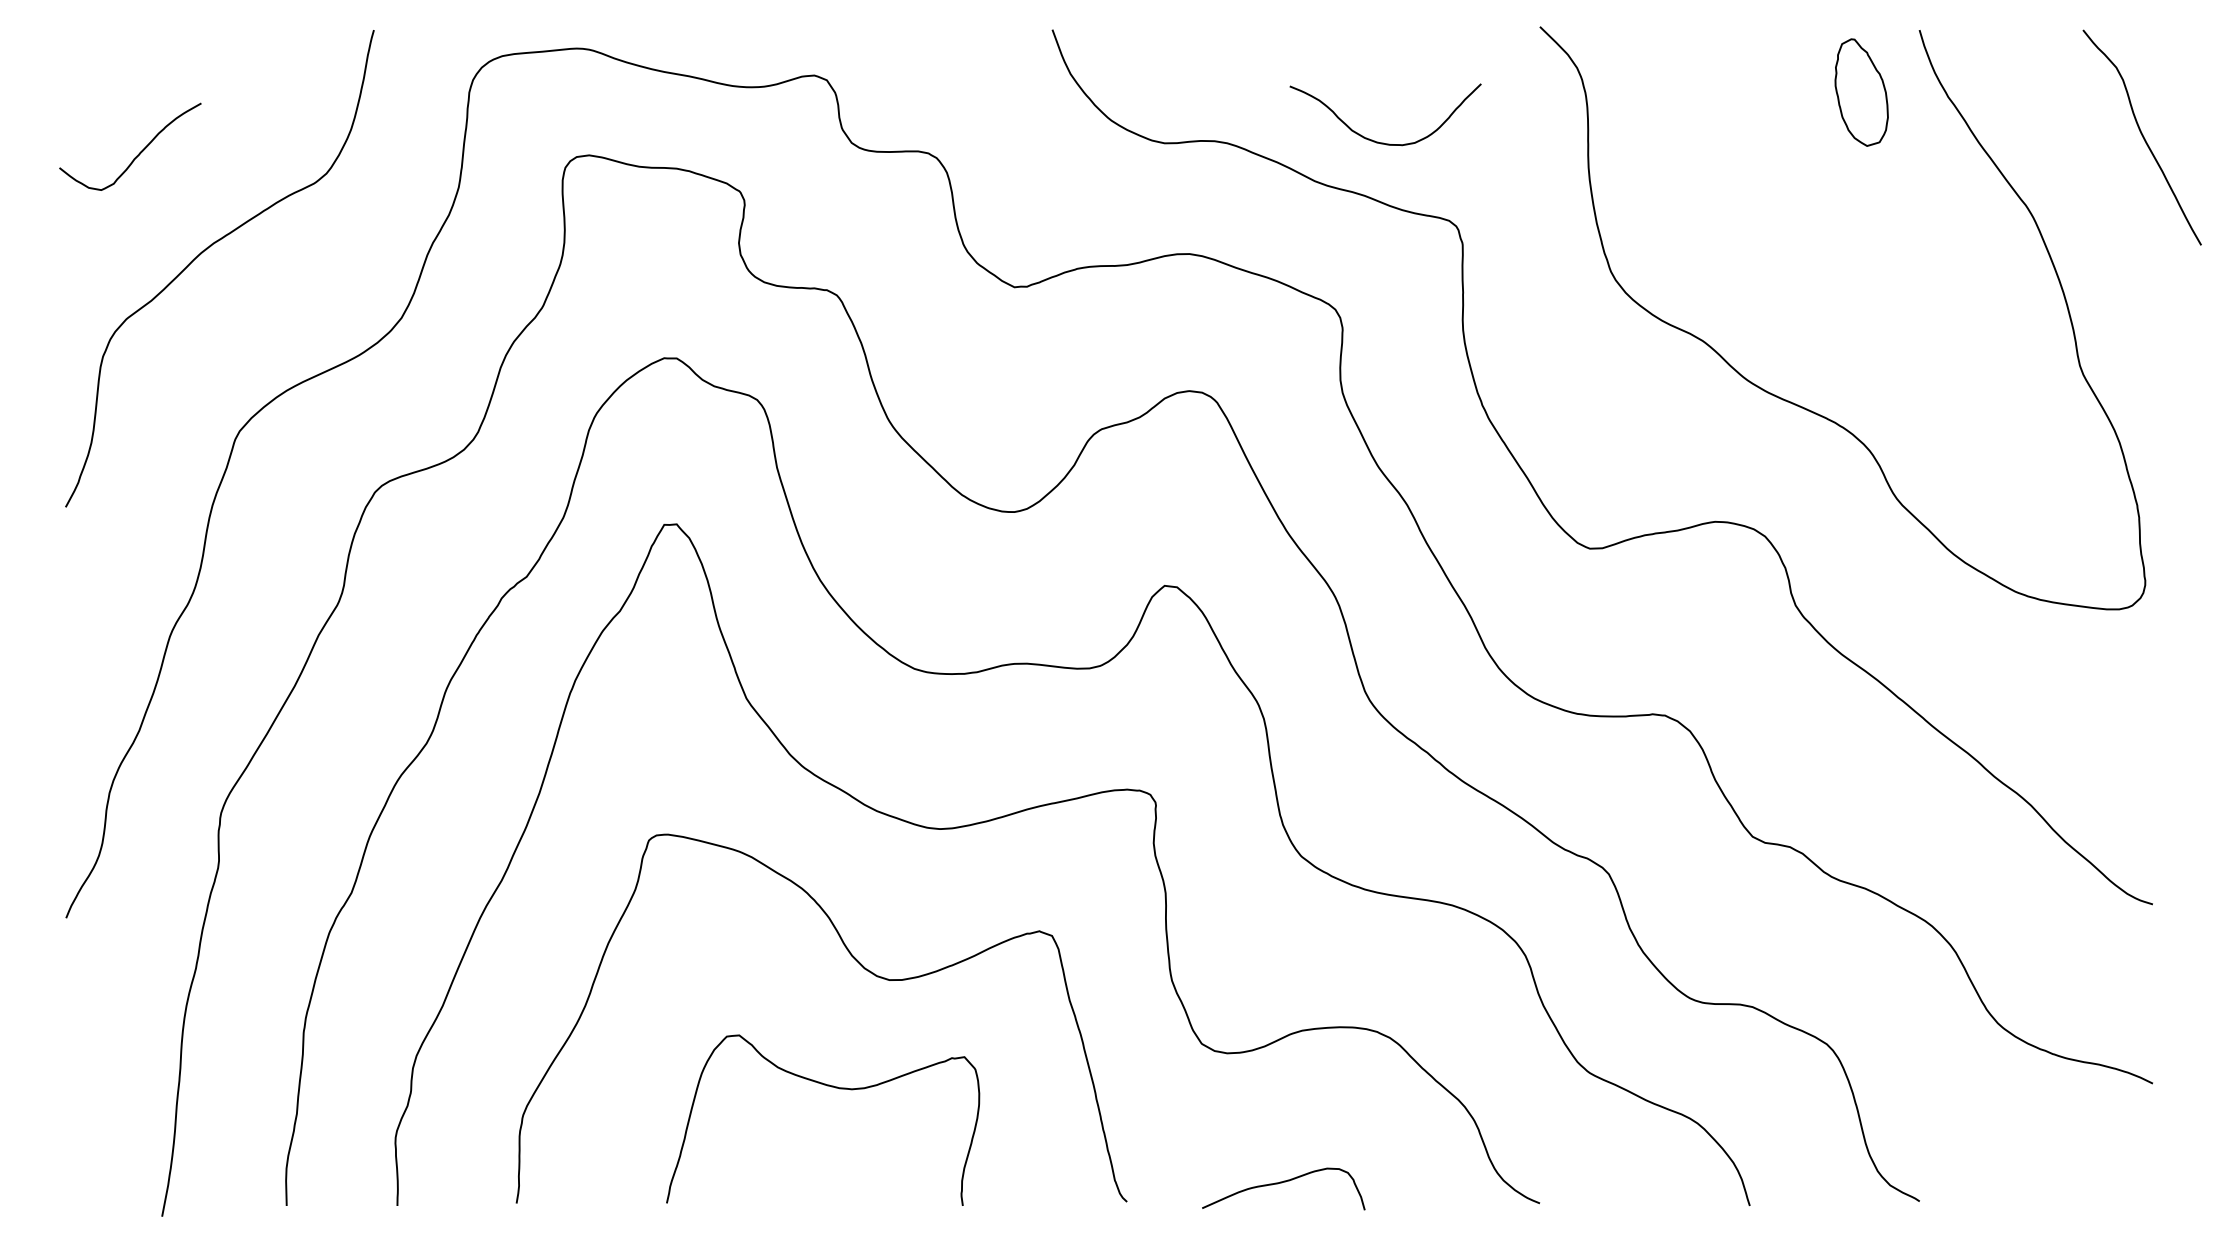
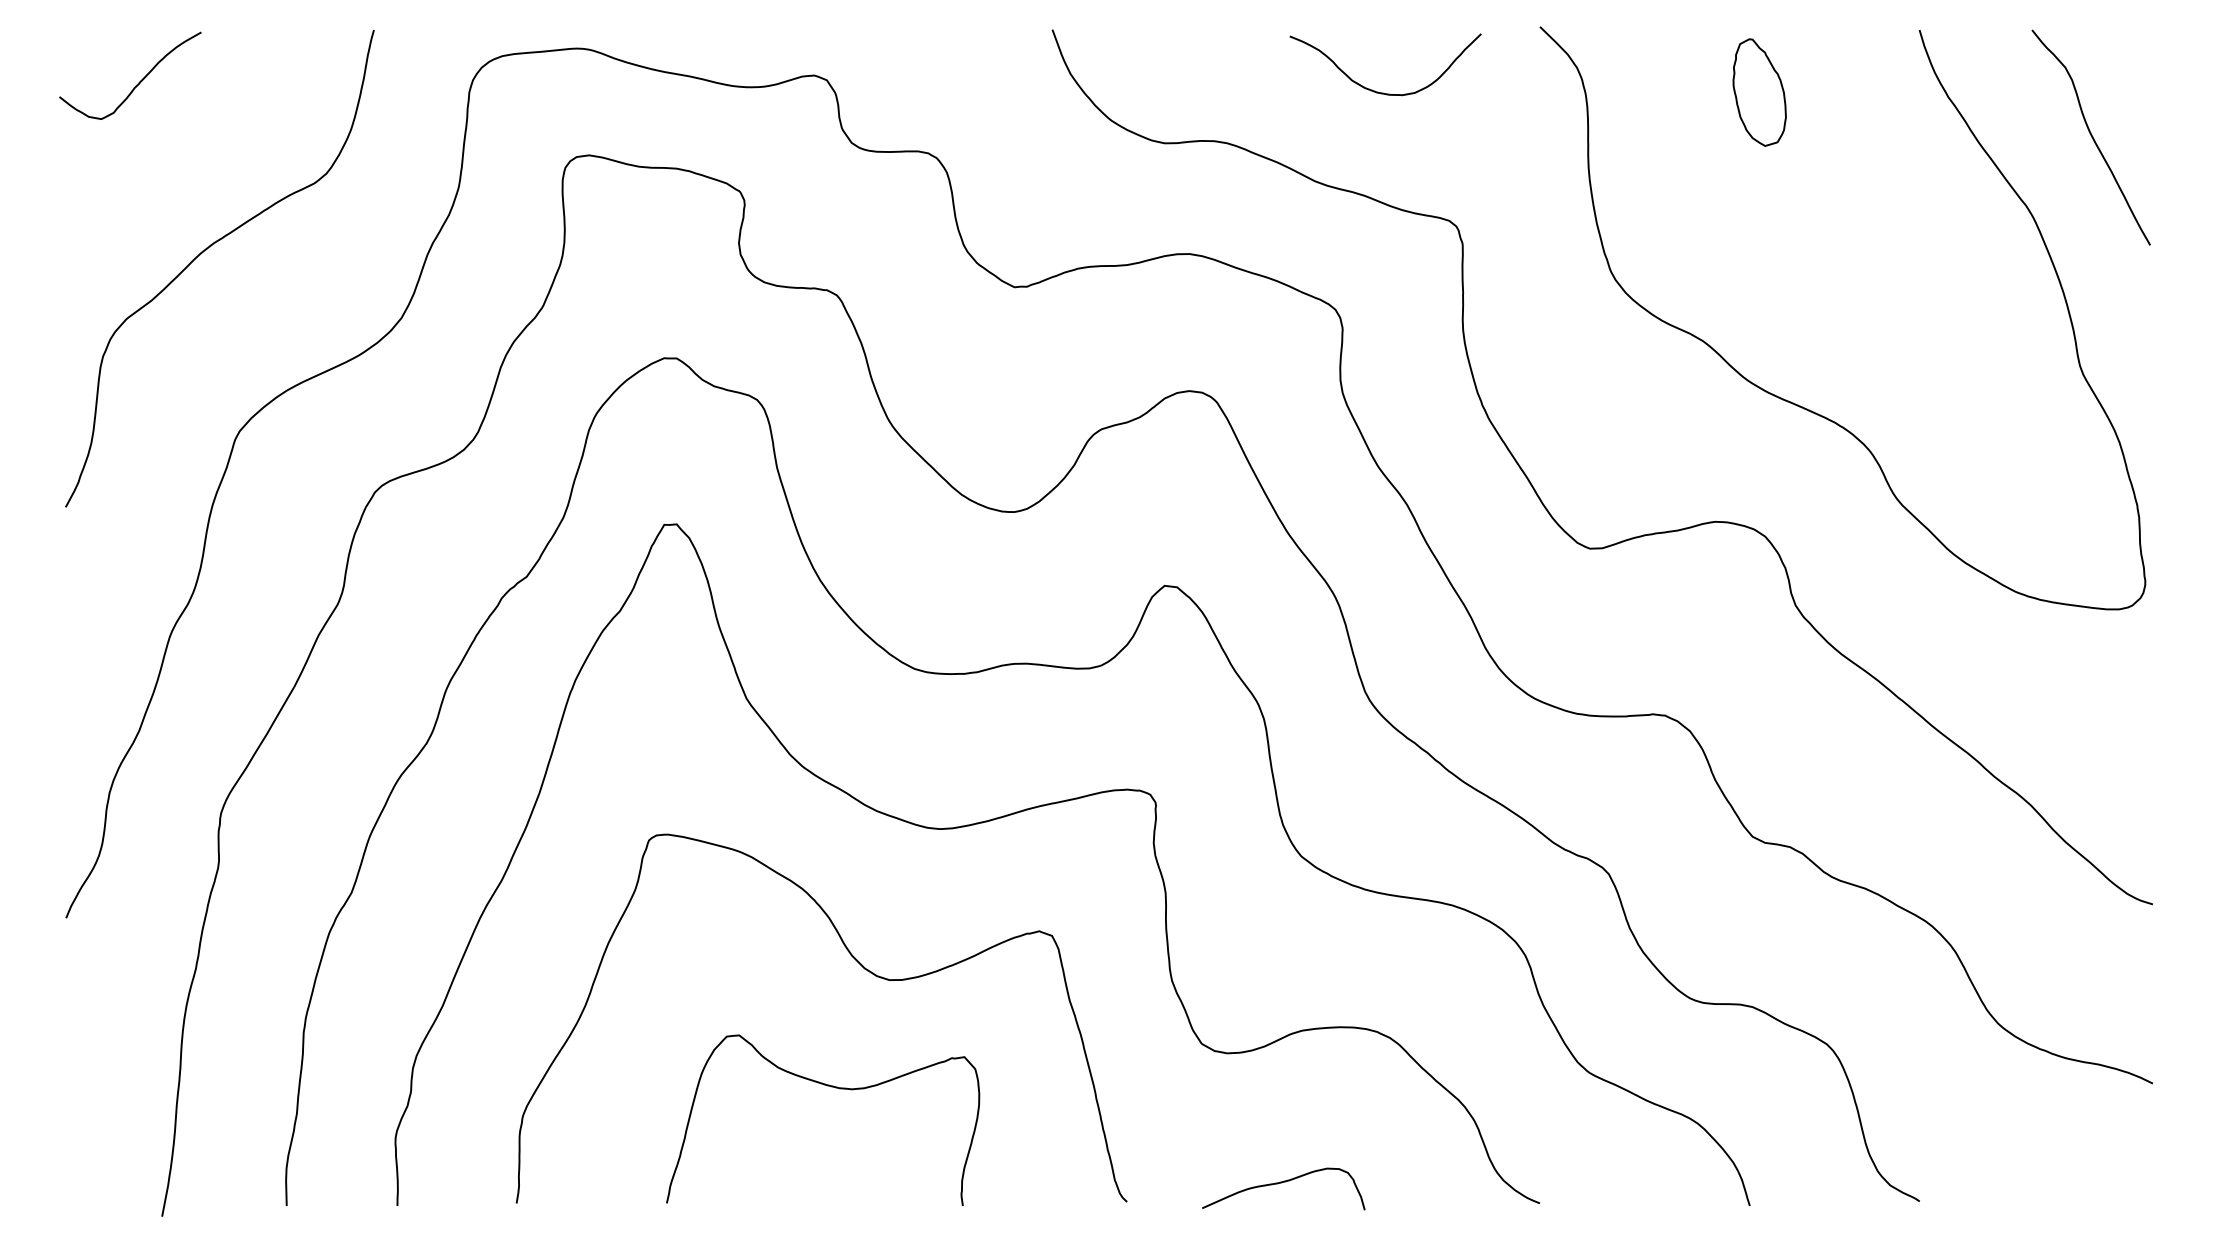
part at (1861, 92) position: (1861, 92) -> (1759, 92)
curve at (2142, 137) position: (2142, 137) -> (2091, 137)
curve at (1378, 141) position: (1378, 141) -> (1378, 91)
curve at (138, 153) position: (138, 153) -> (138, 82)
